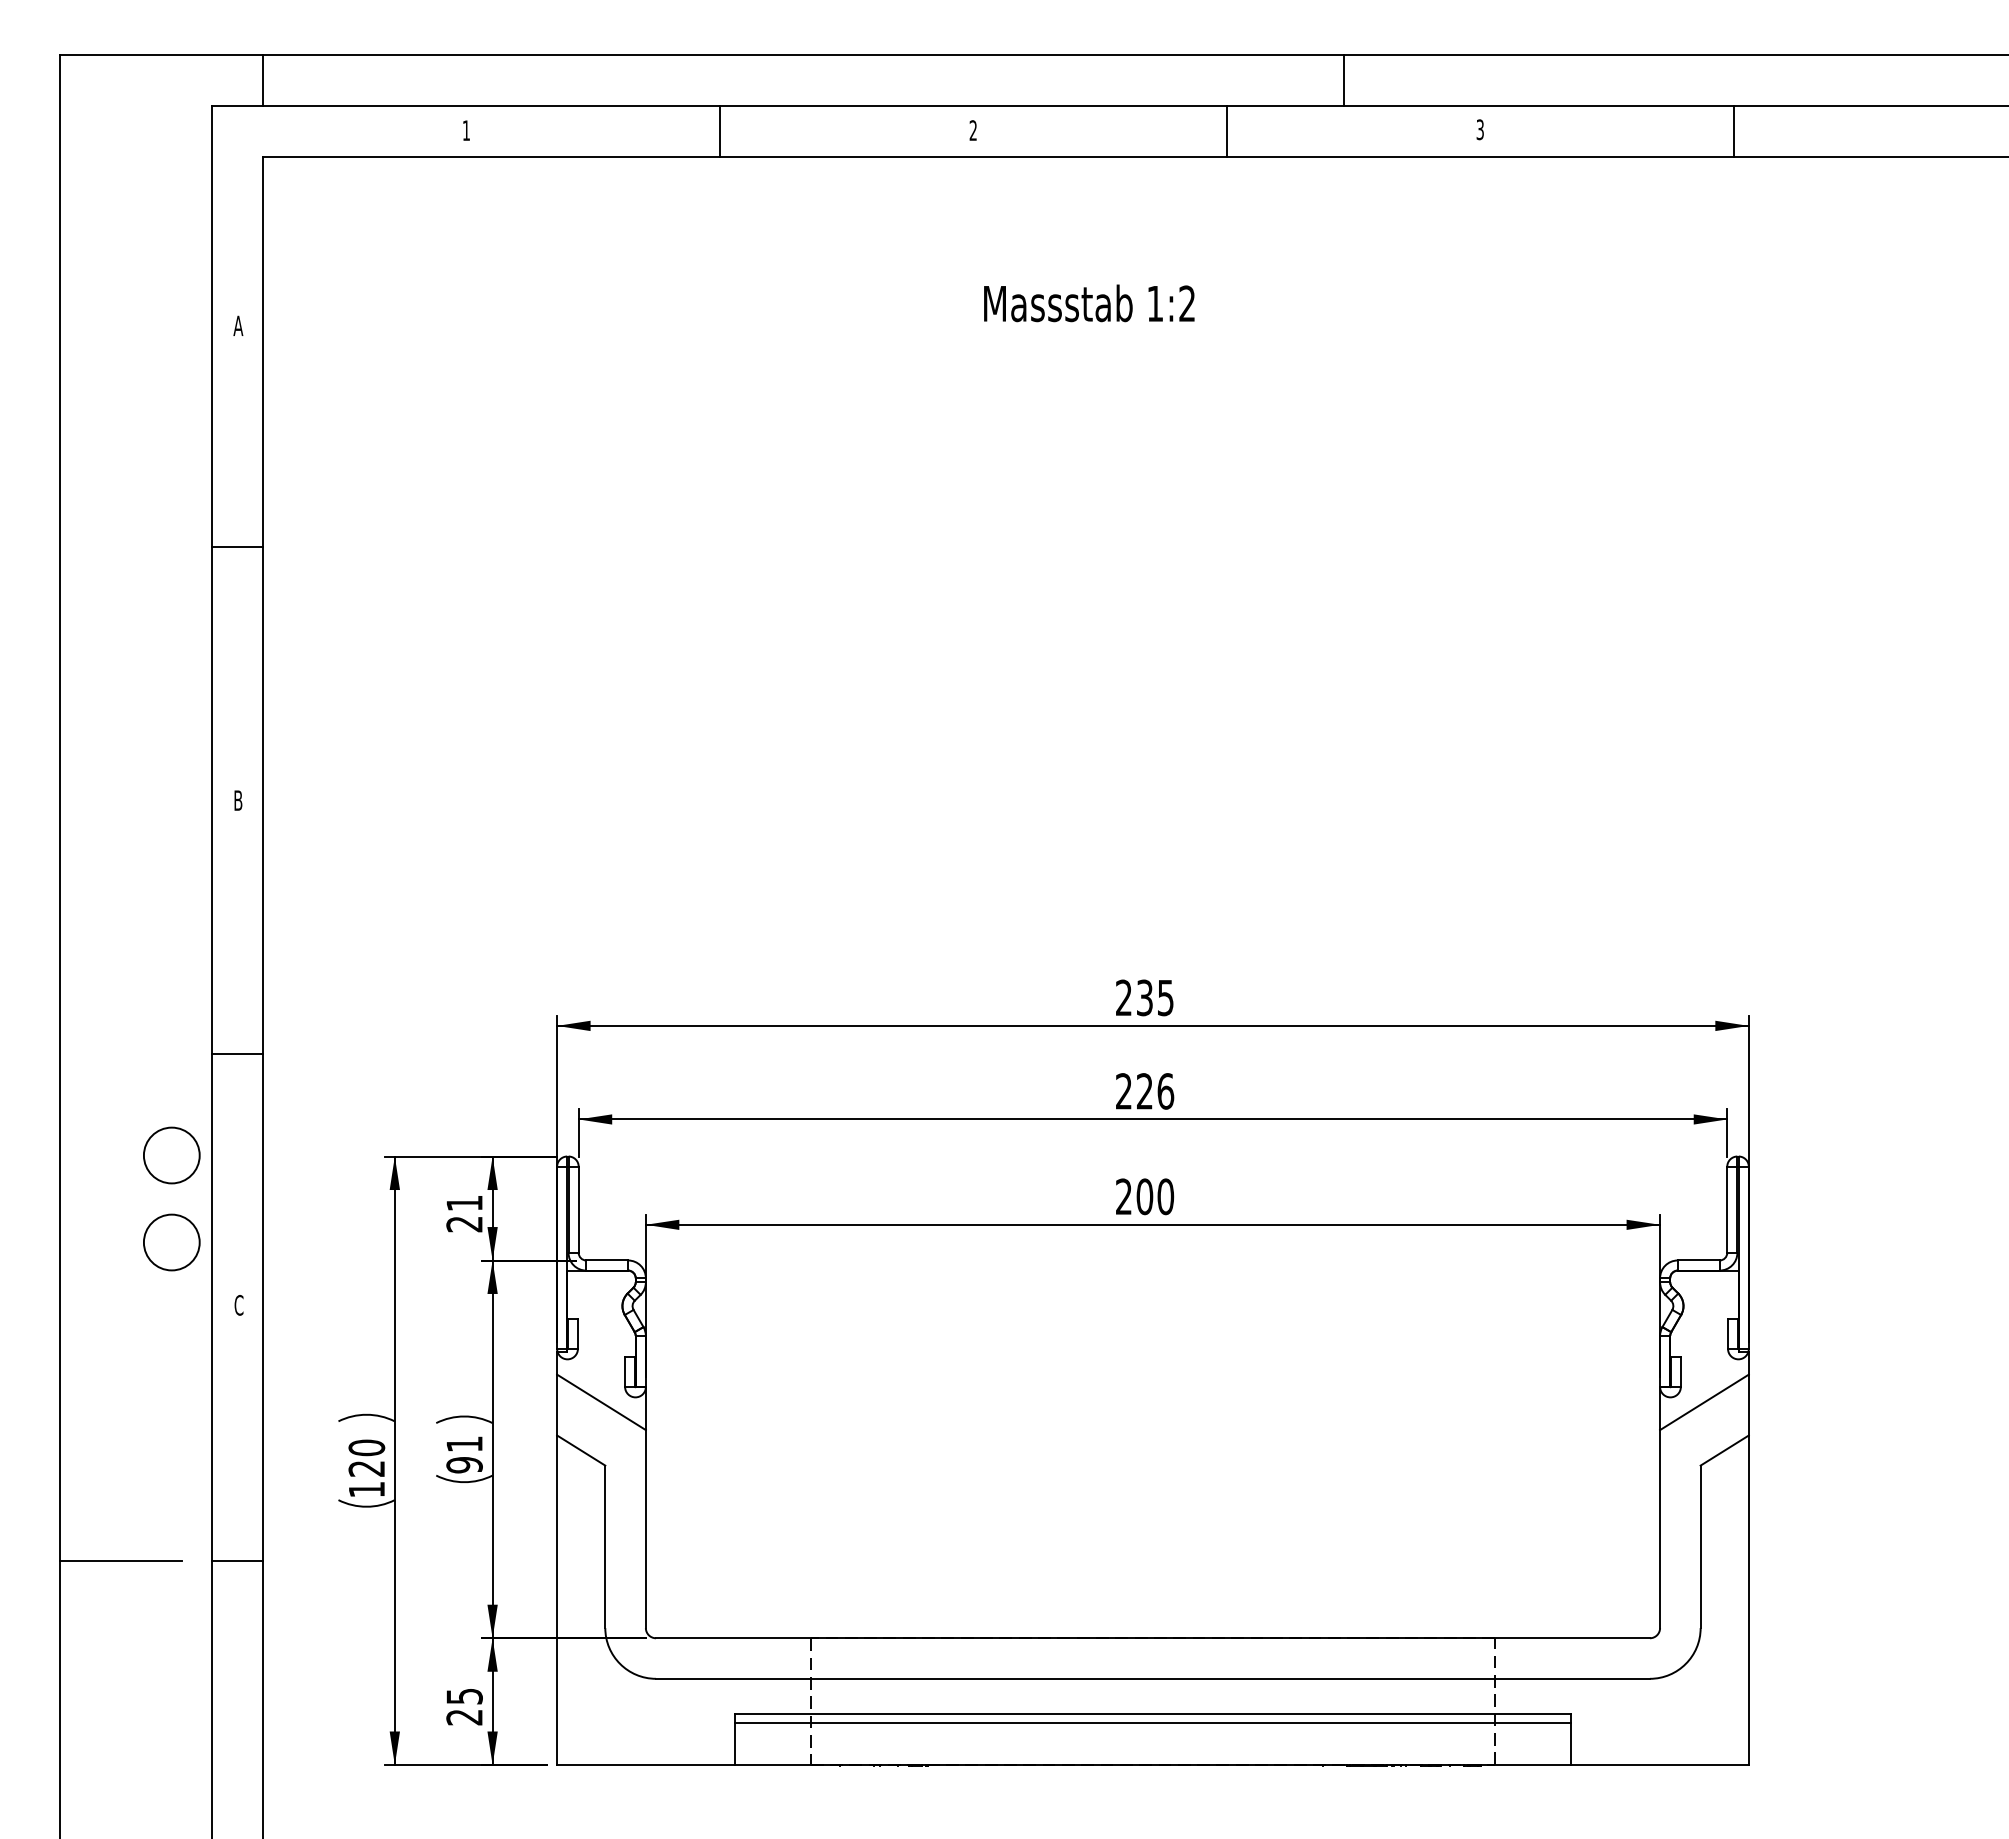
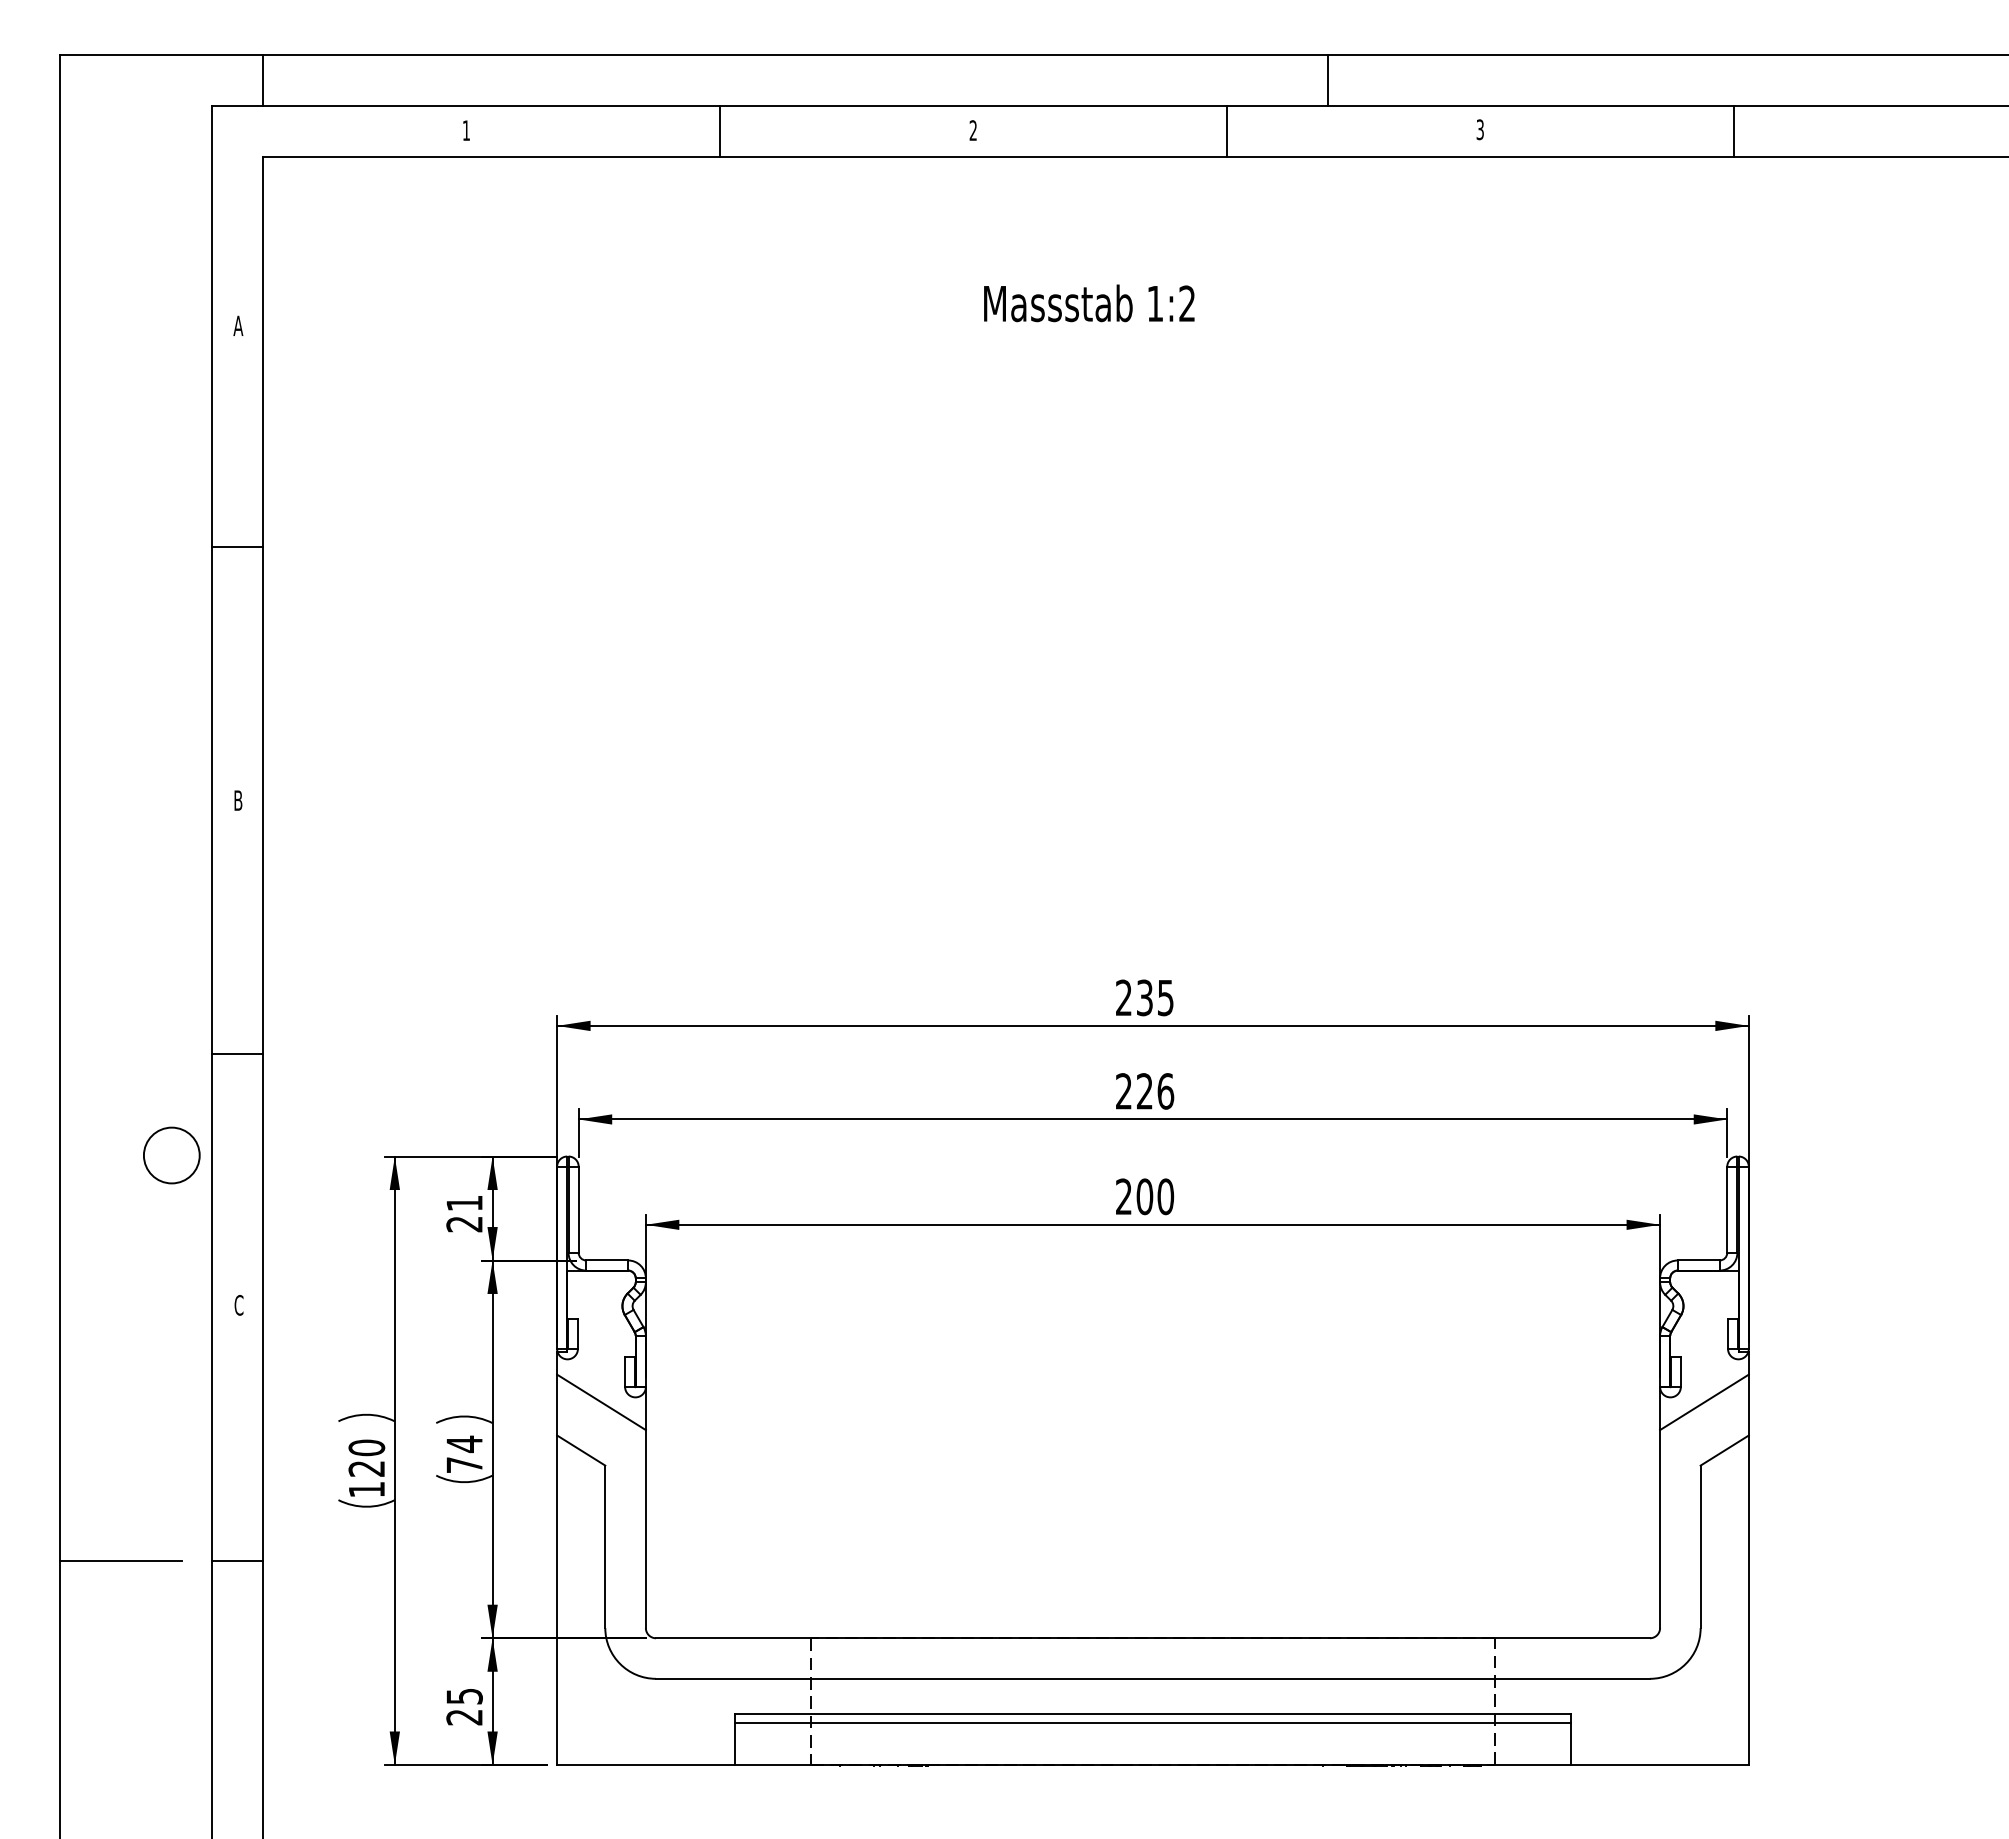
line at (1344, 80) position: (1344, 80) -> (1328, 80)
circle at (171, 1242): present -> none
text at (464, 1454): 91 -> 74
